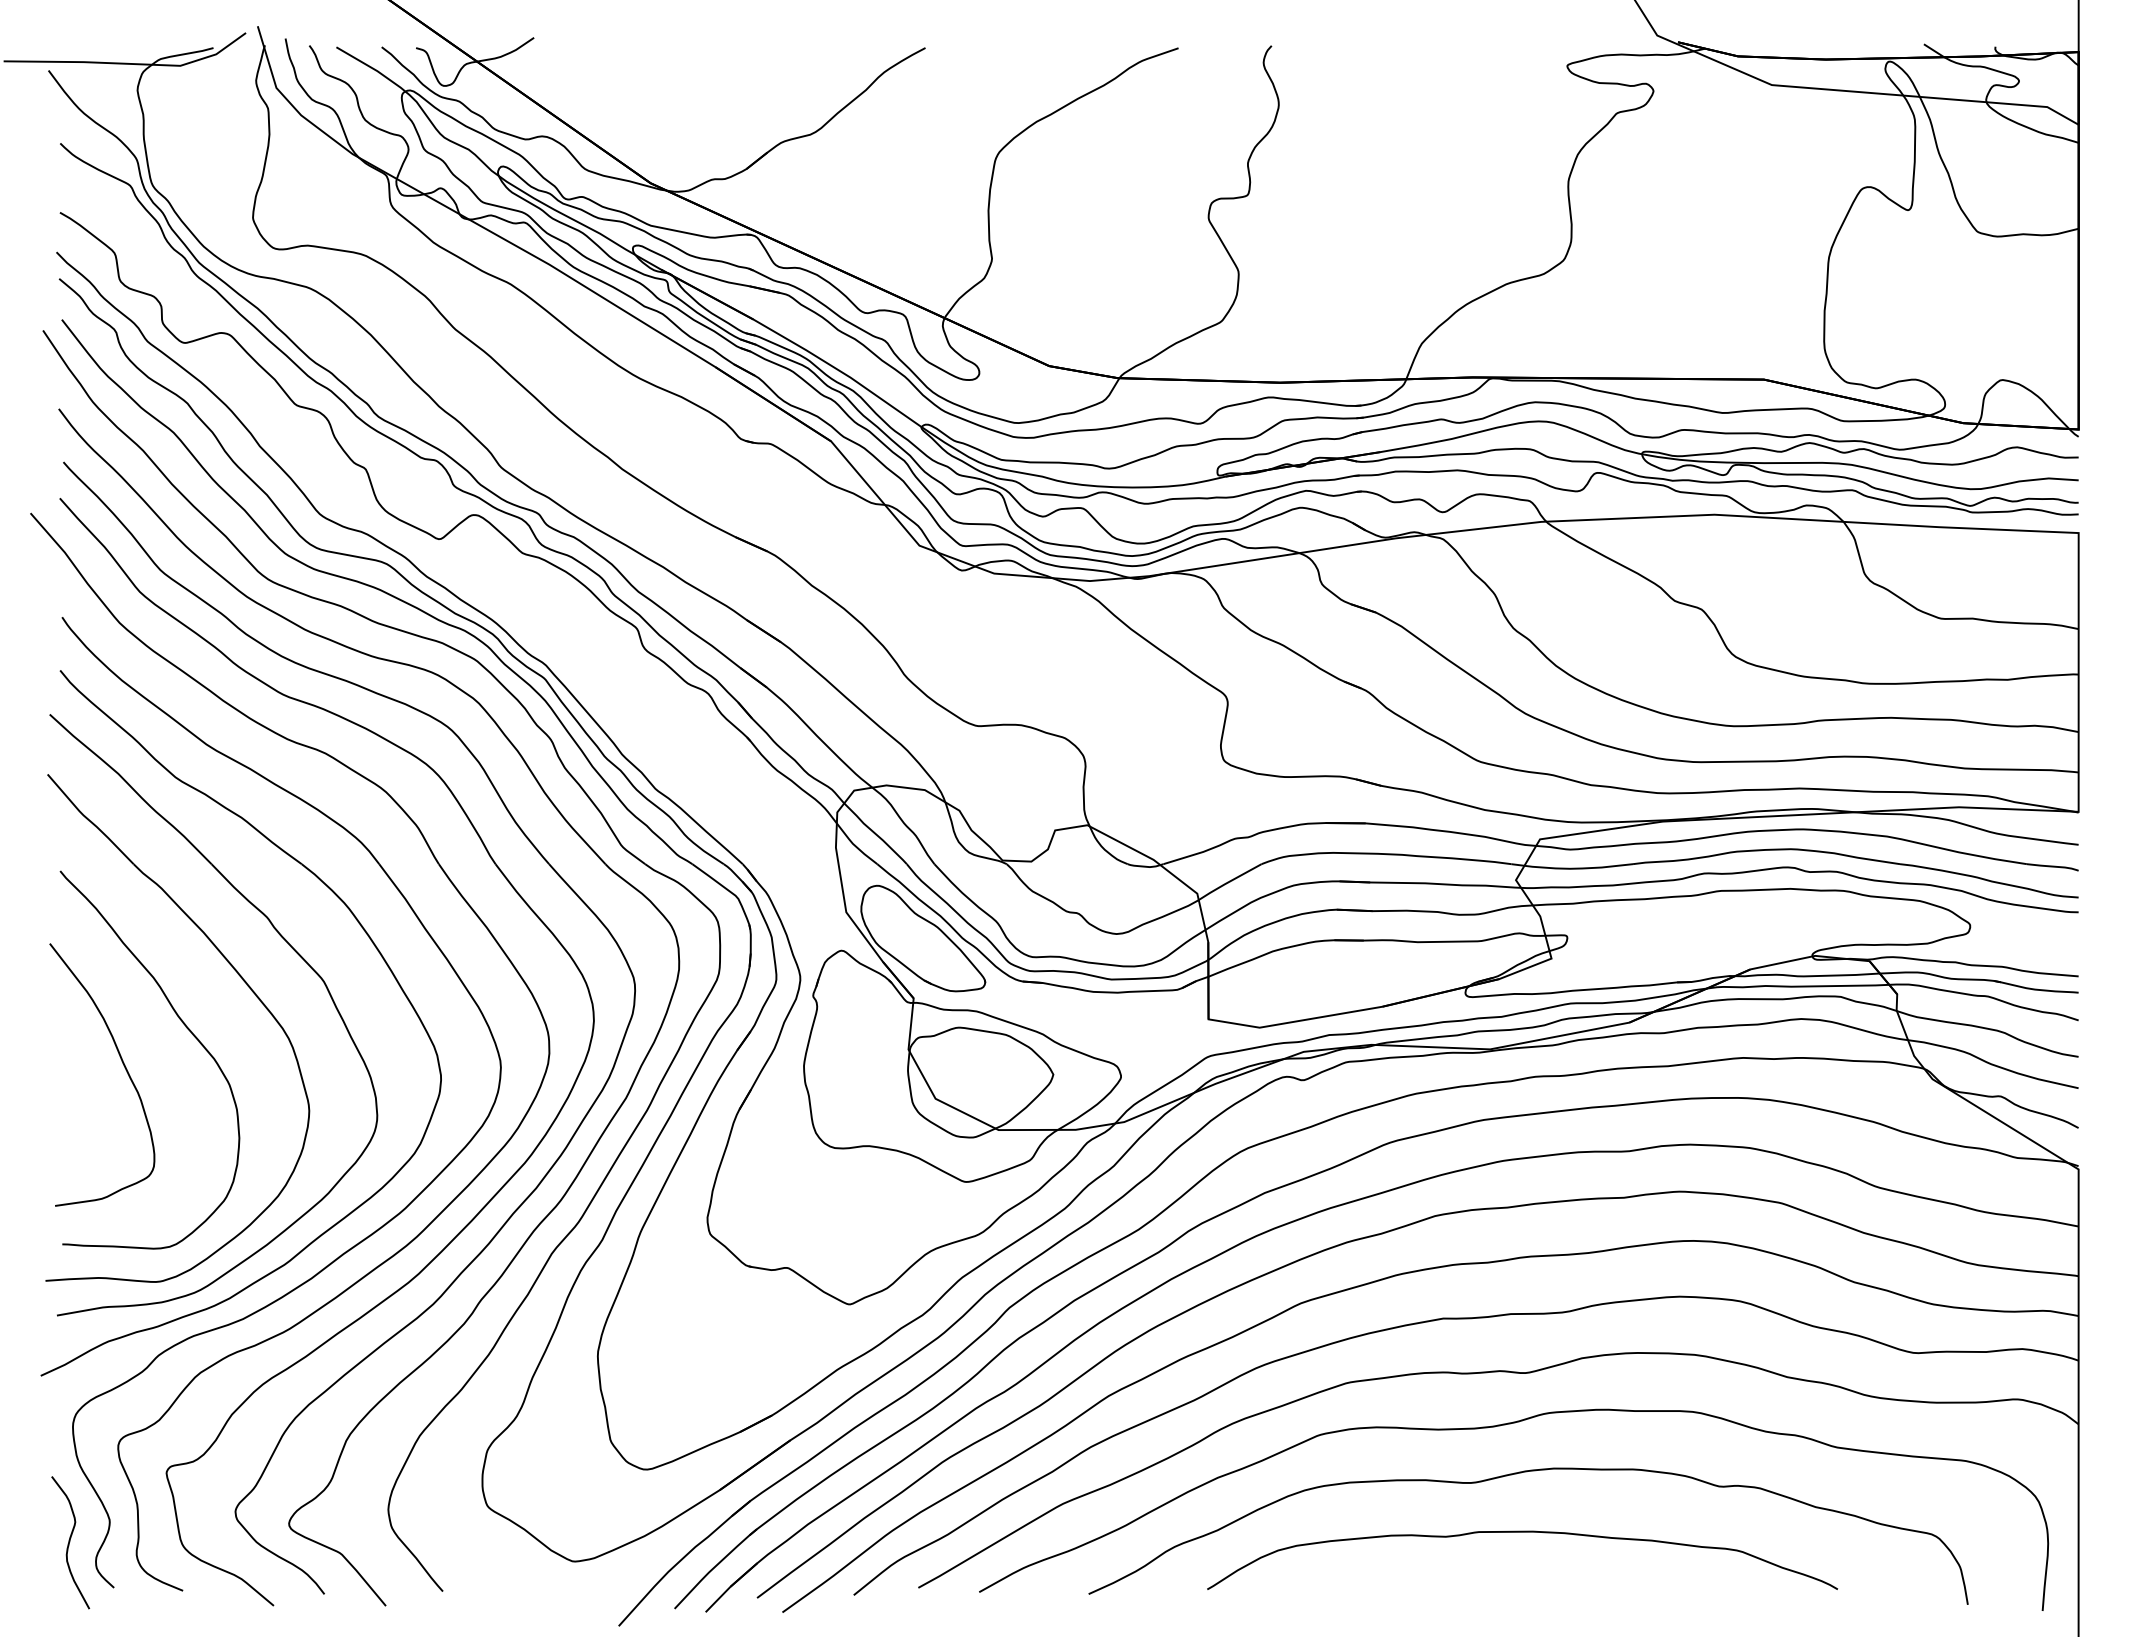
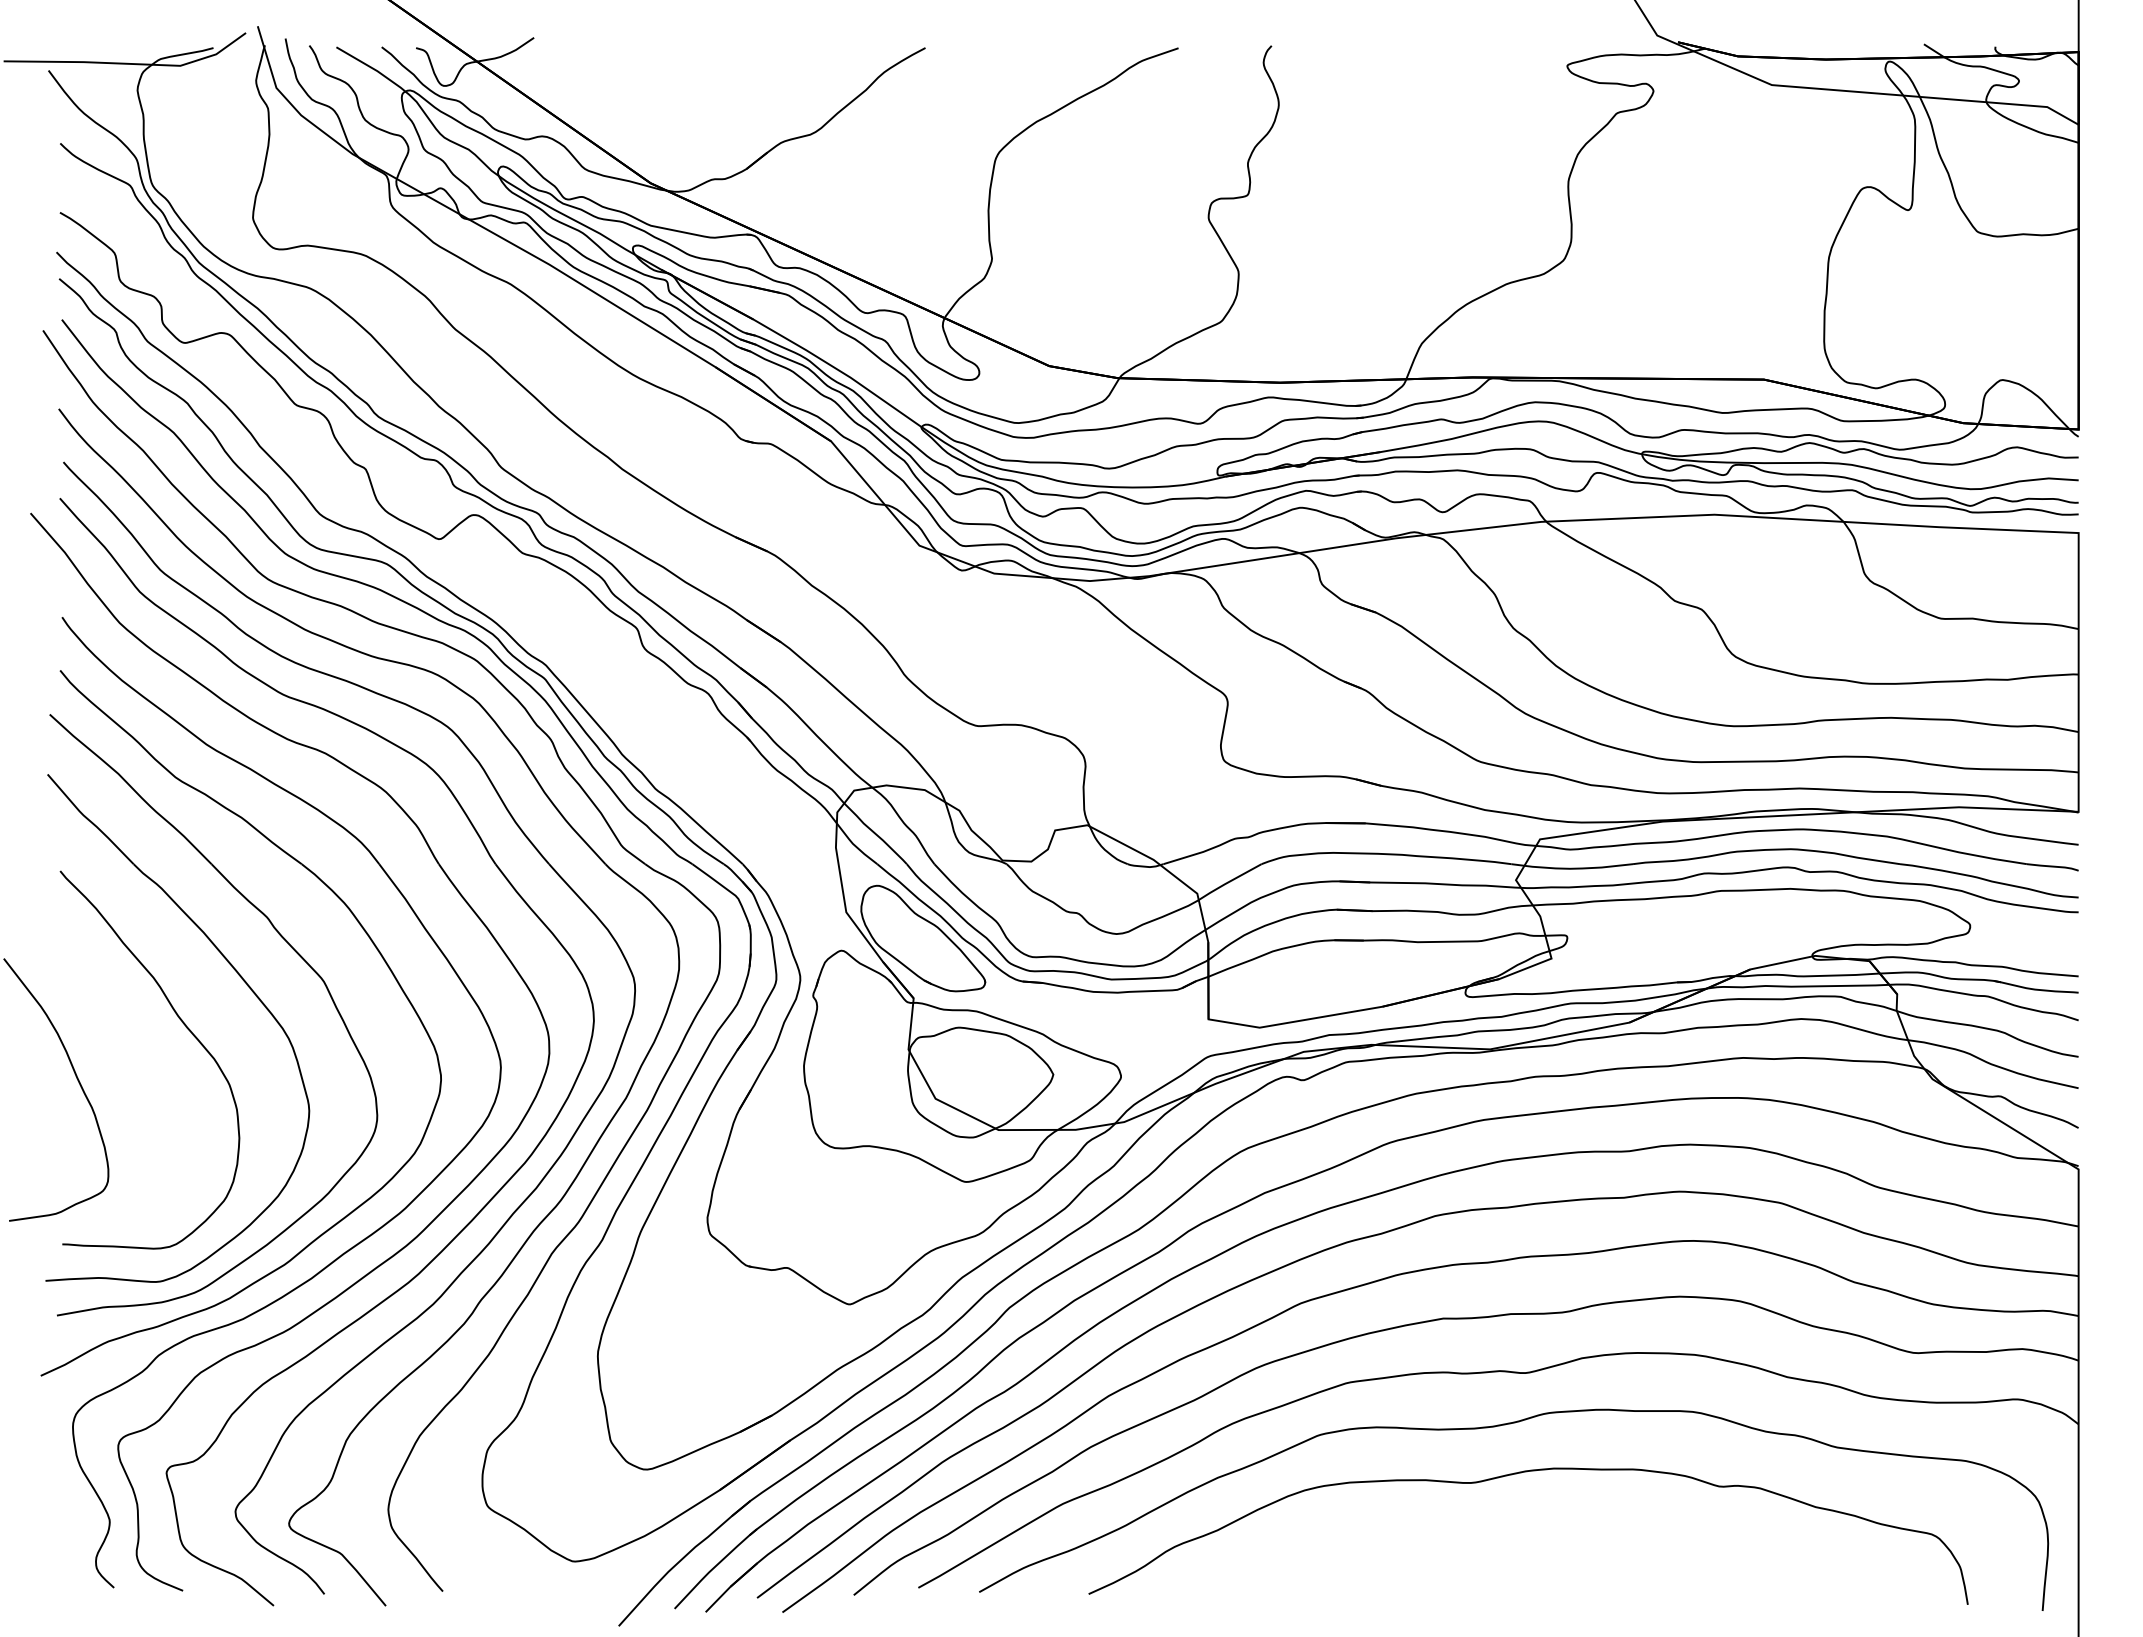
curve at (124, 1068) position: (124, 1068) -> (78, 1083)
curve at (1522, 1532): present -> none
curve at (70, 1542): present -> none
